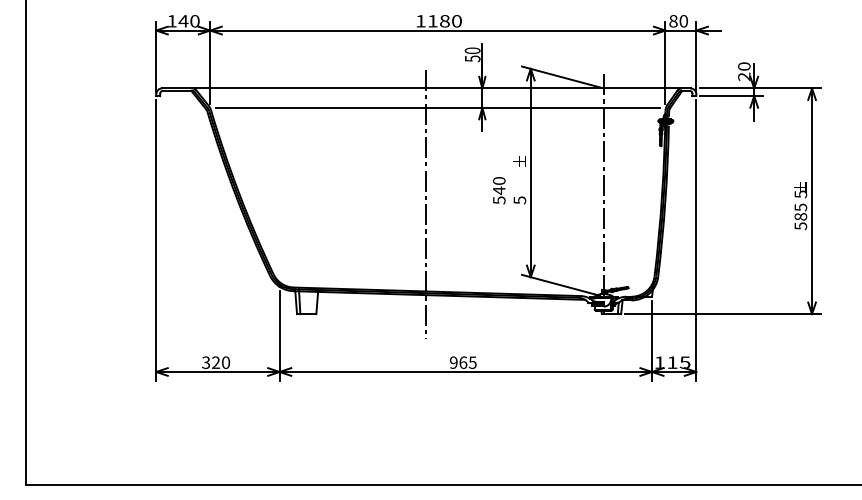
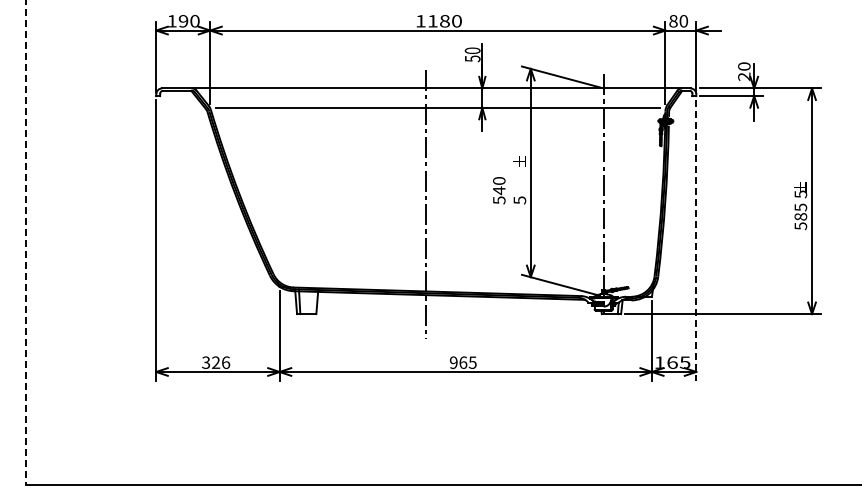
text at (183, 21): 140 -> 190
line at (696, 240): solid -> dashed
line at (25, 243): solid -> dashed
text at (226, 362): 320 -> 326
text at (672, 362): 115 -> 165
